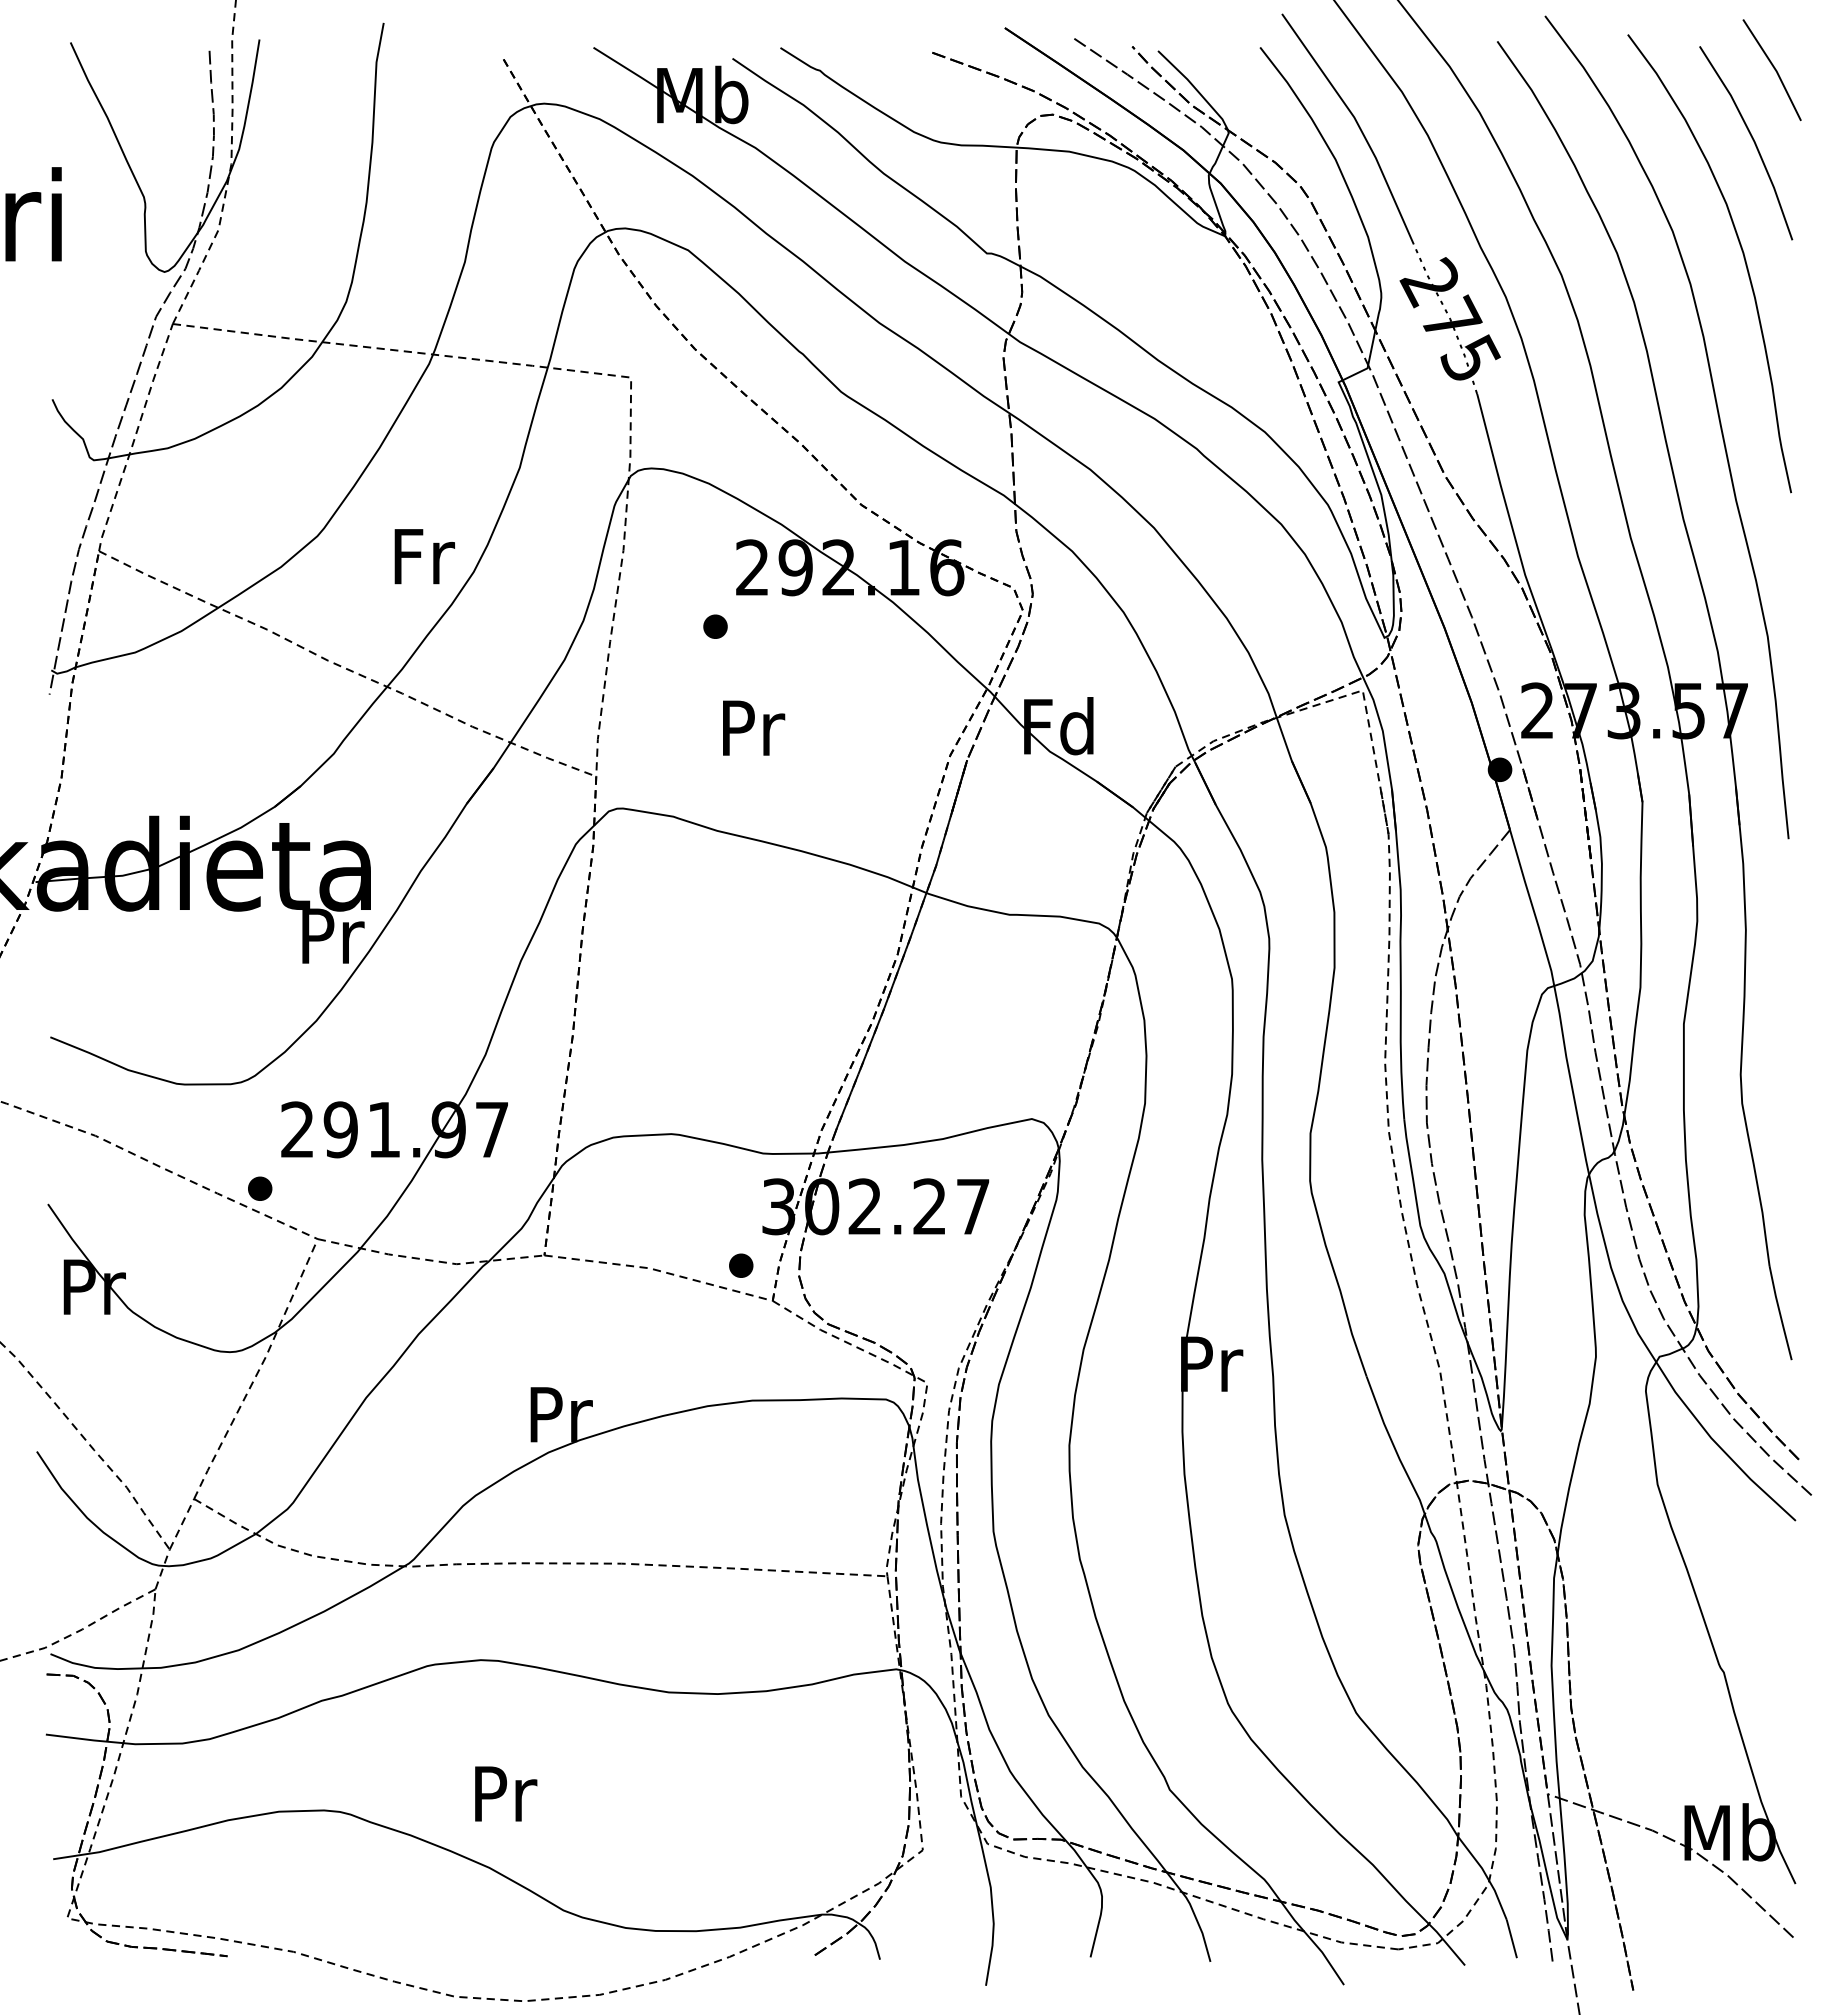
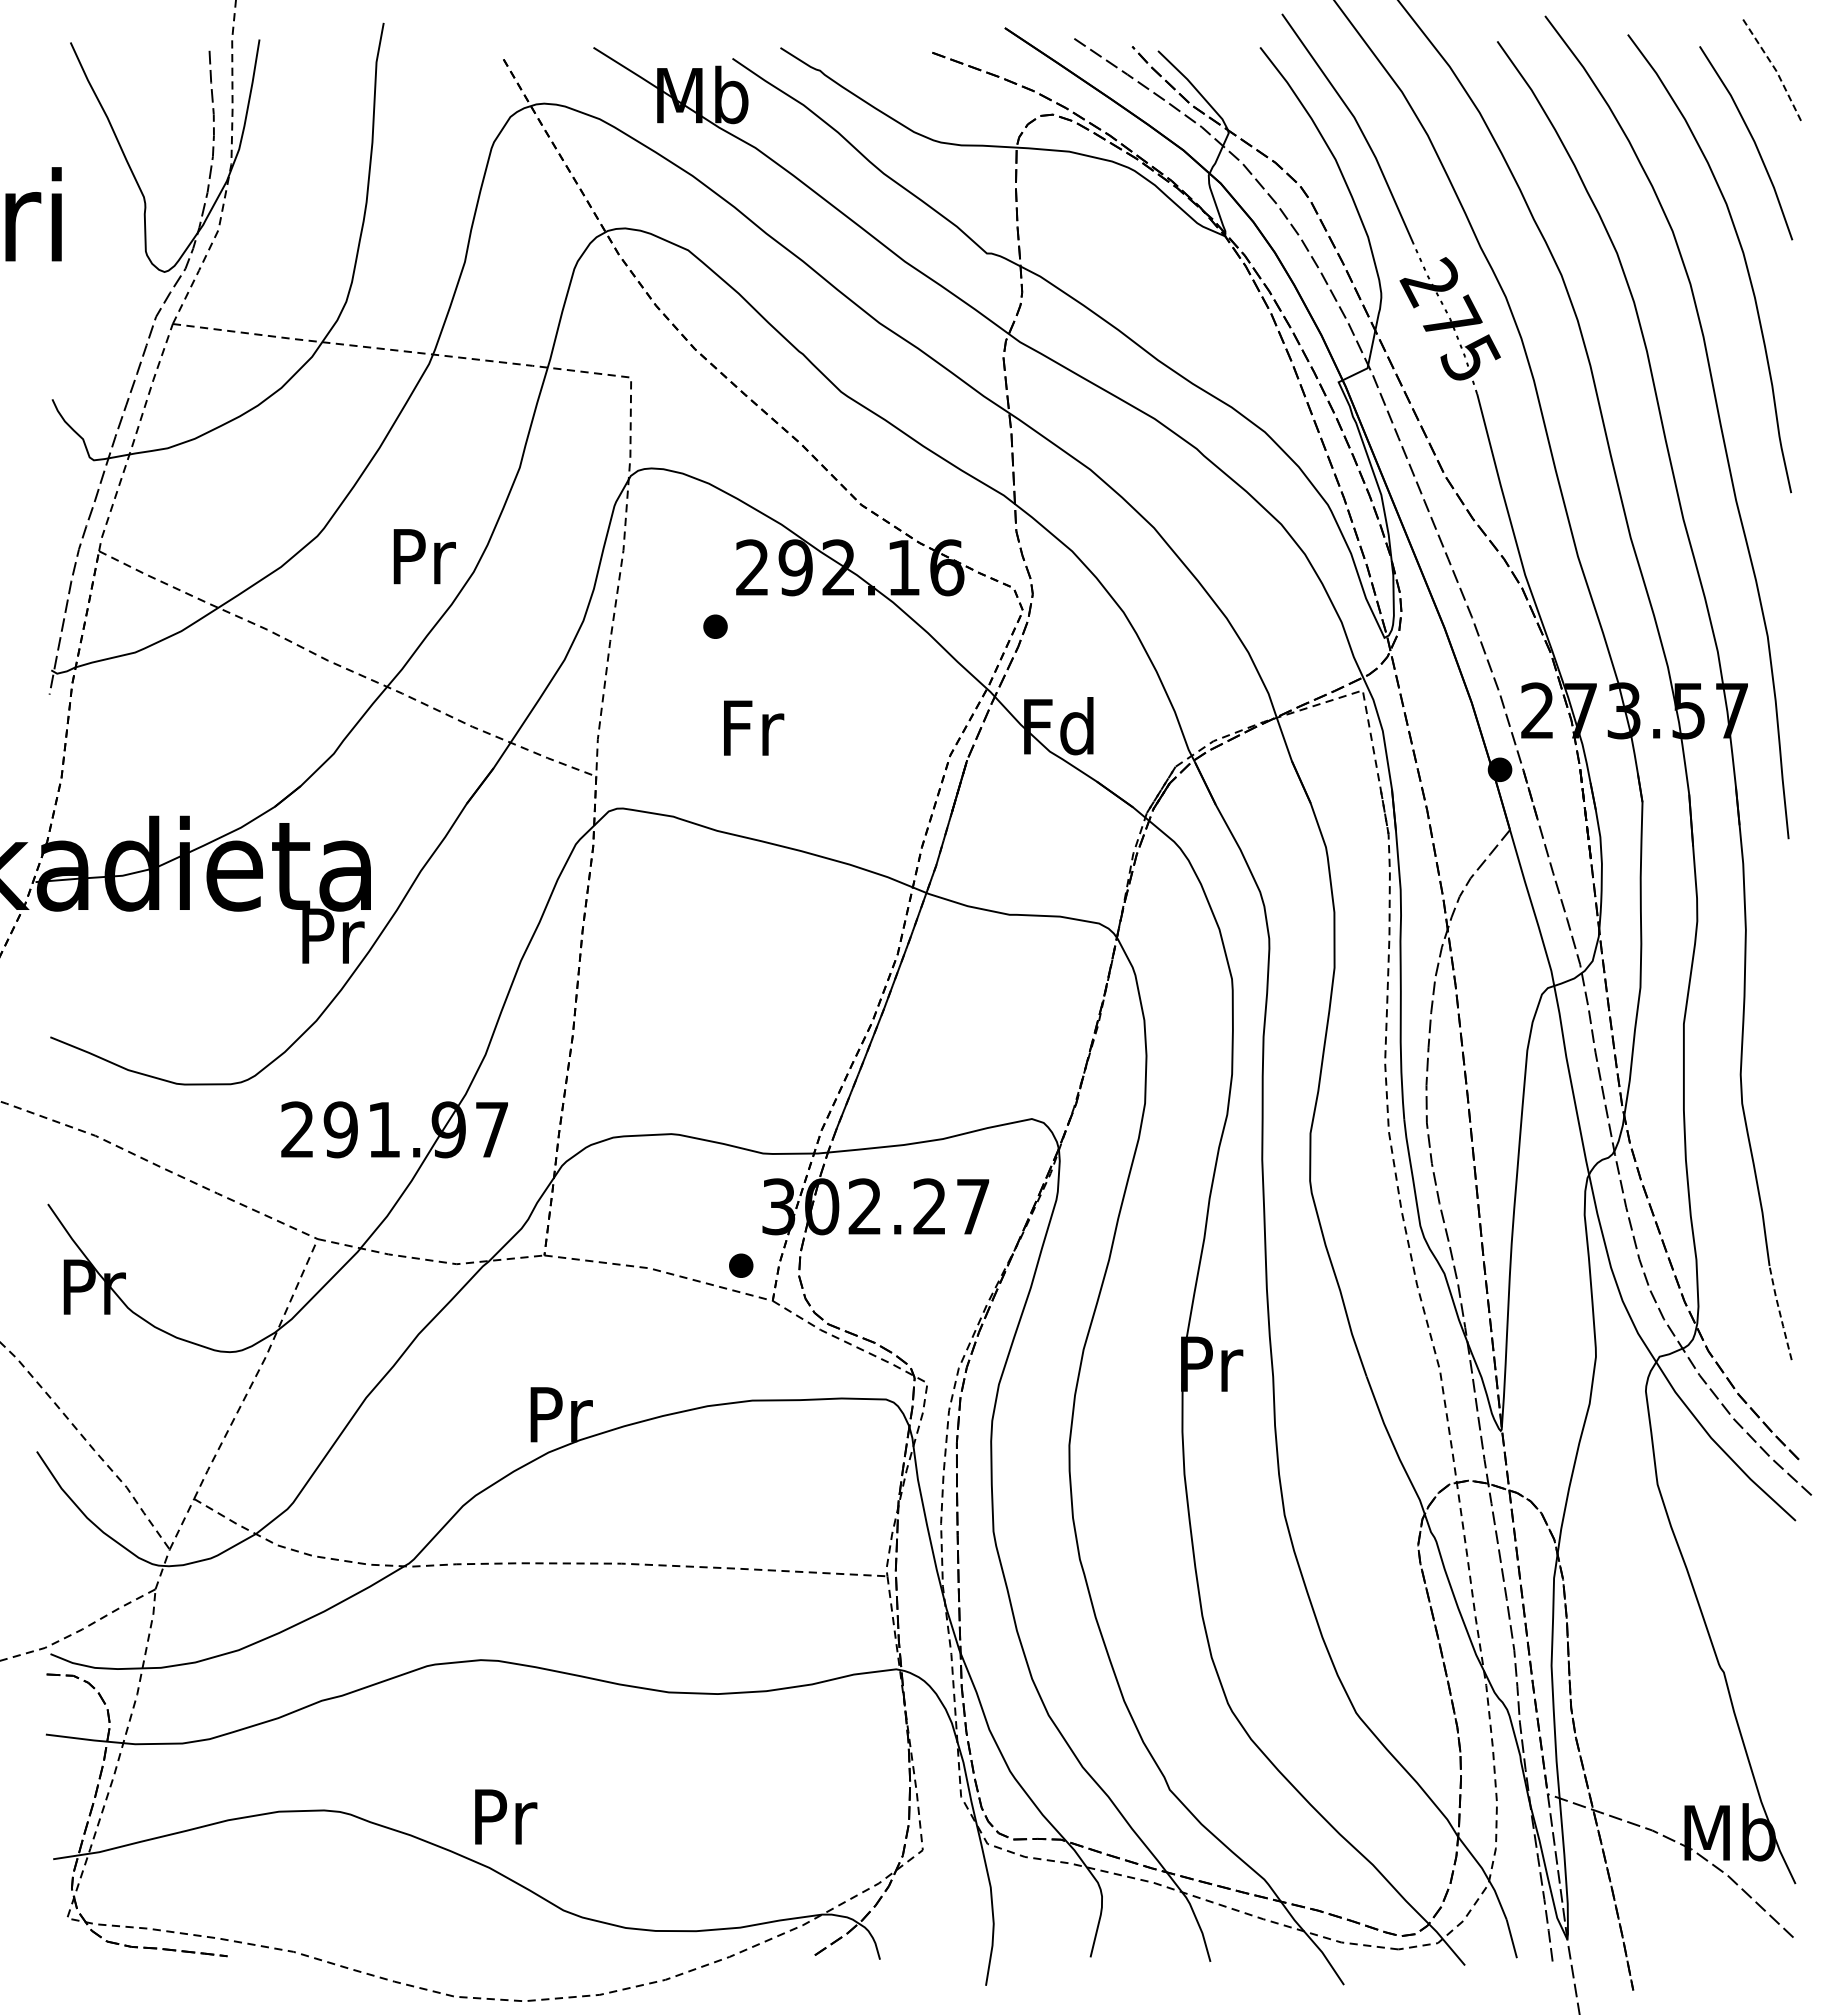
line at (1775, 68): solid -> dashed
text at (424, 556): Fr -> Pr
text at (754, 727): Pr -> Fr
part at (260, 1188): present -> none
line at (1780, 1313): solid -> dashed
text at (506, 1793) position: (506, 1793) -> (506, 1816)
